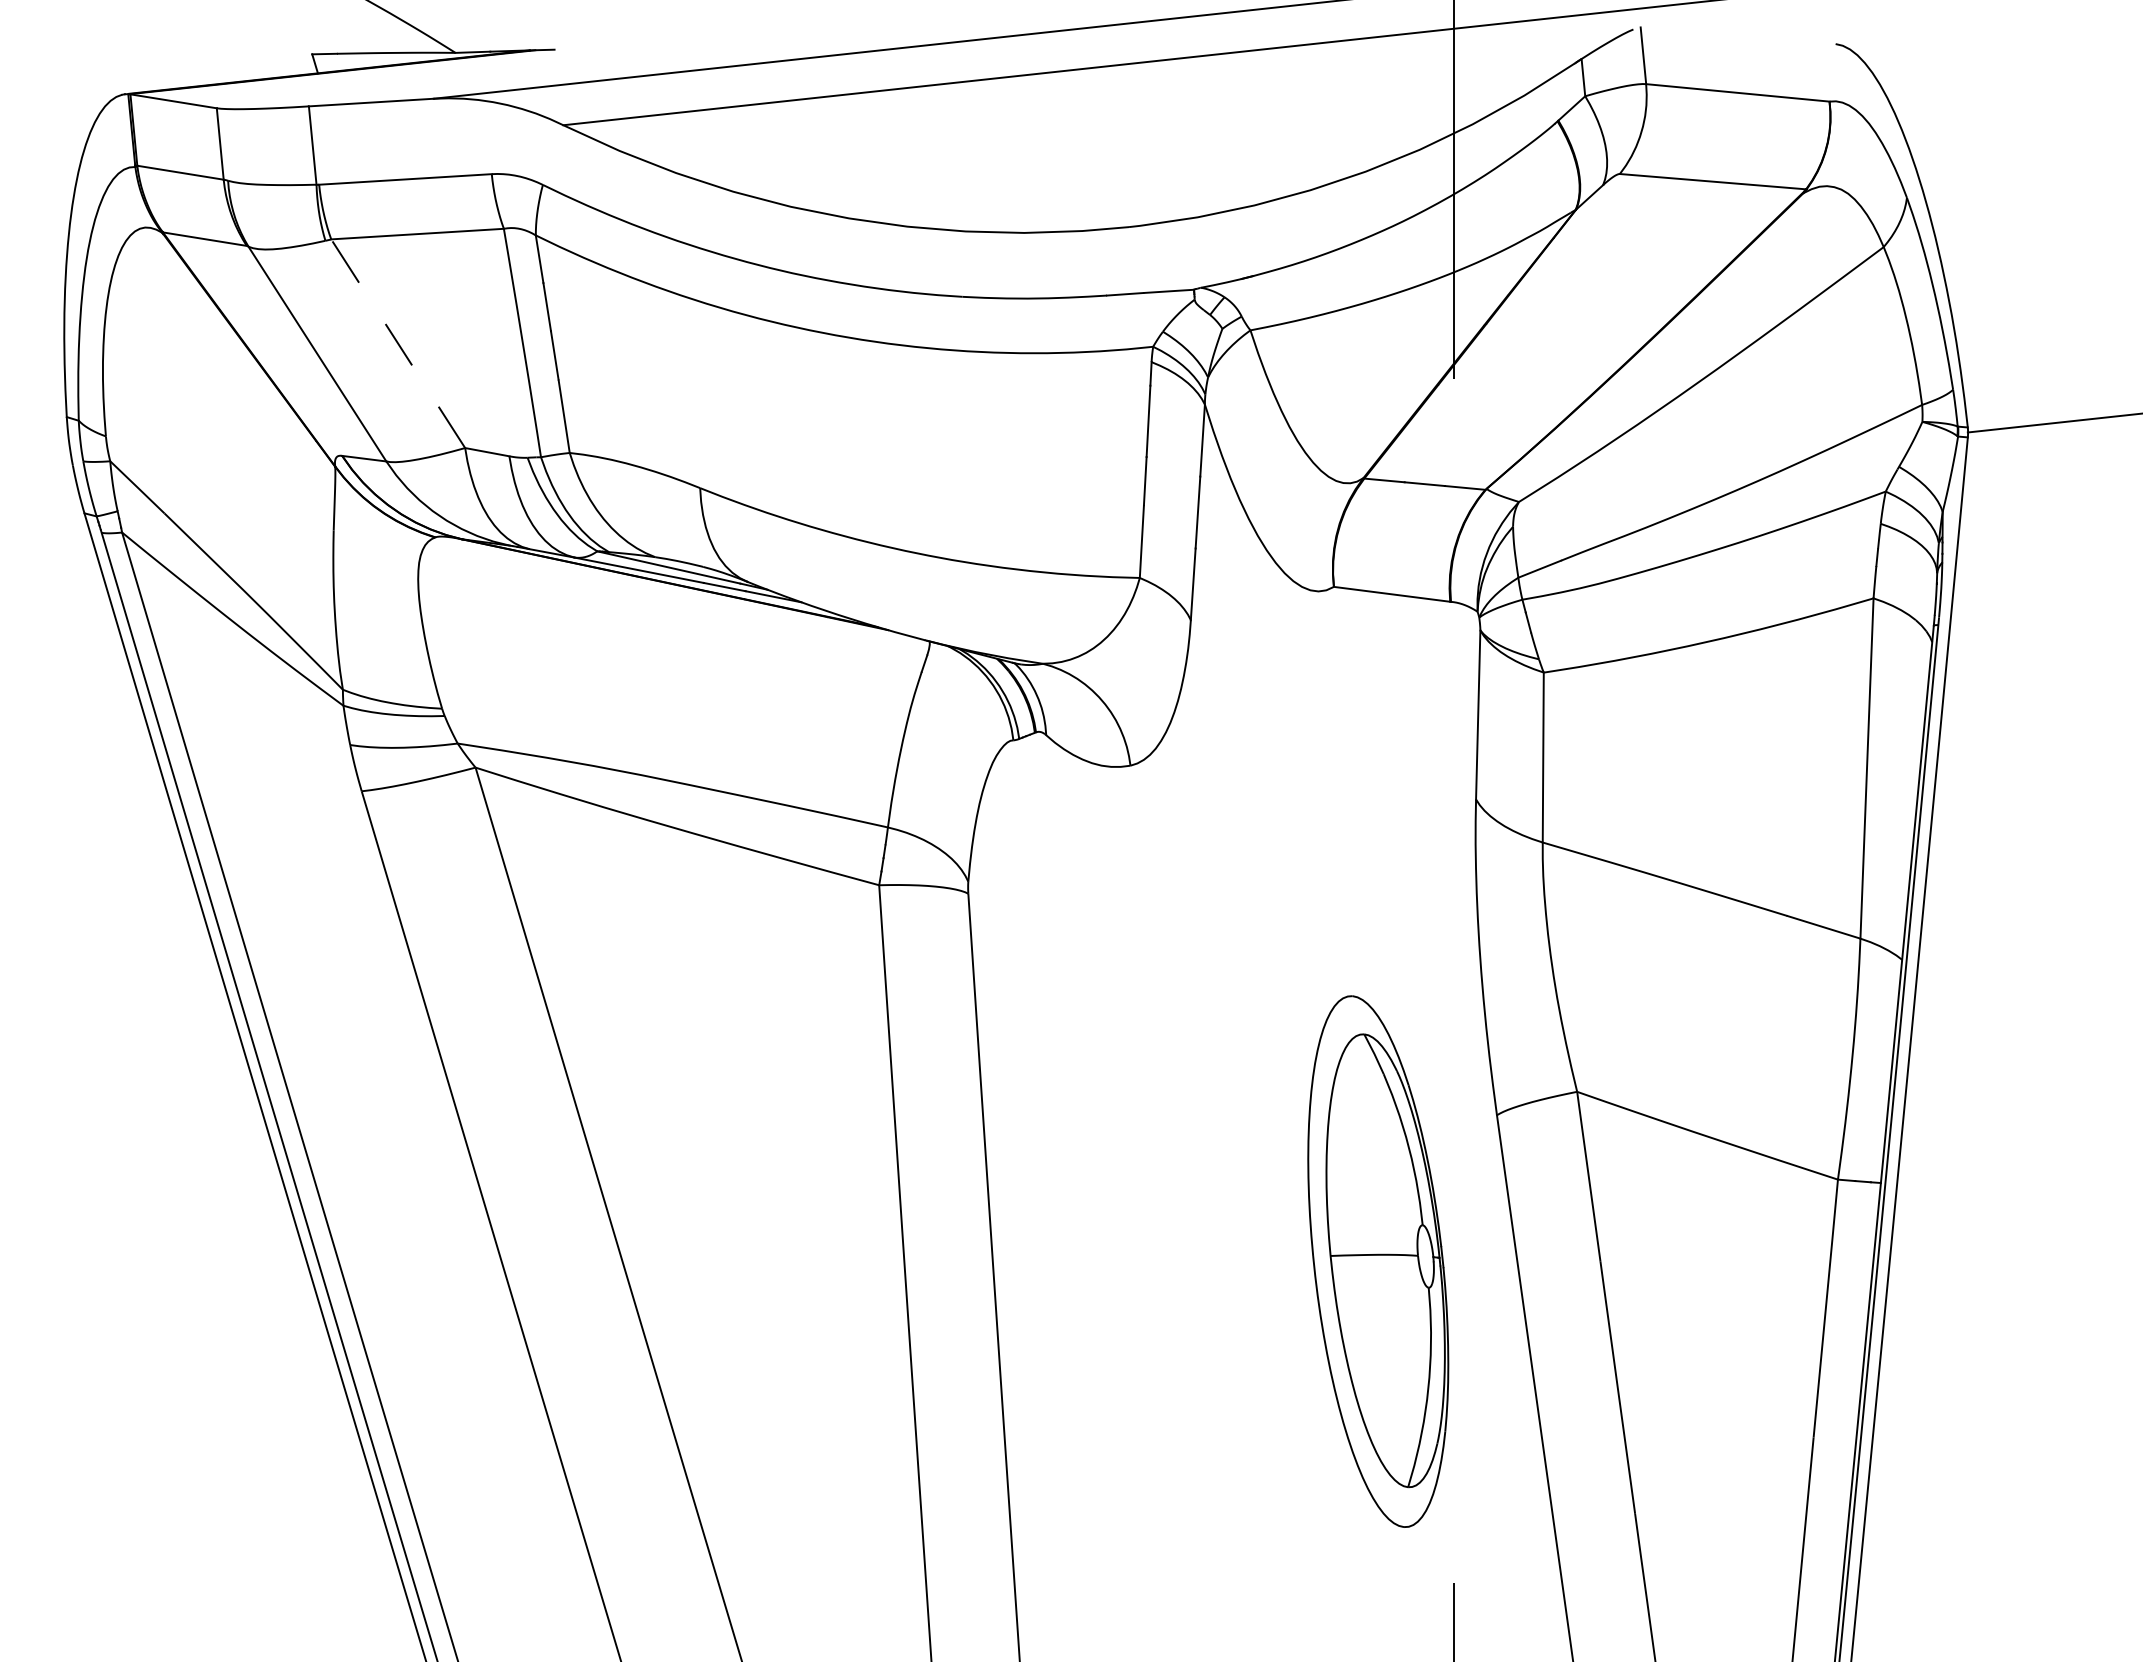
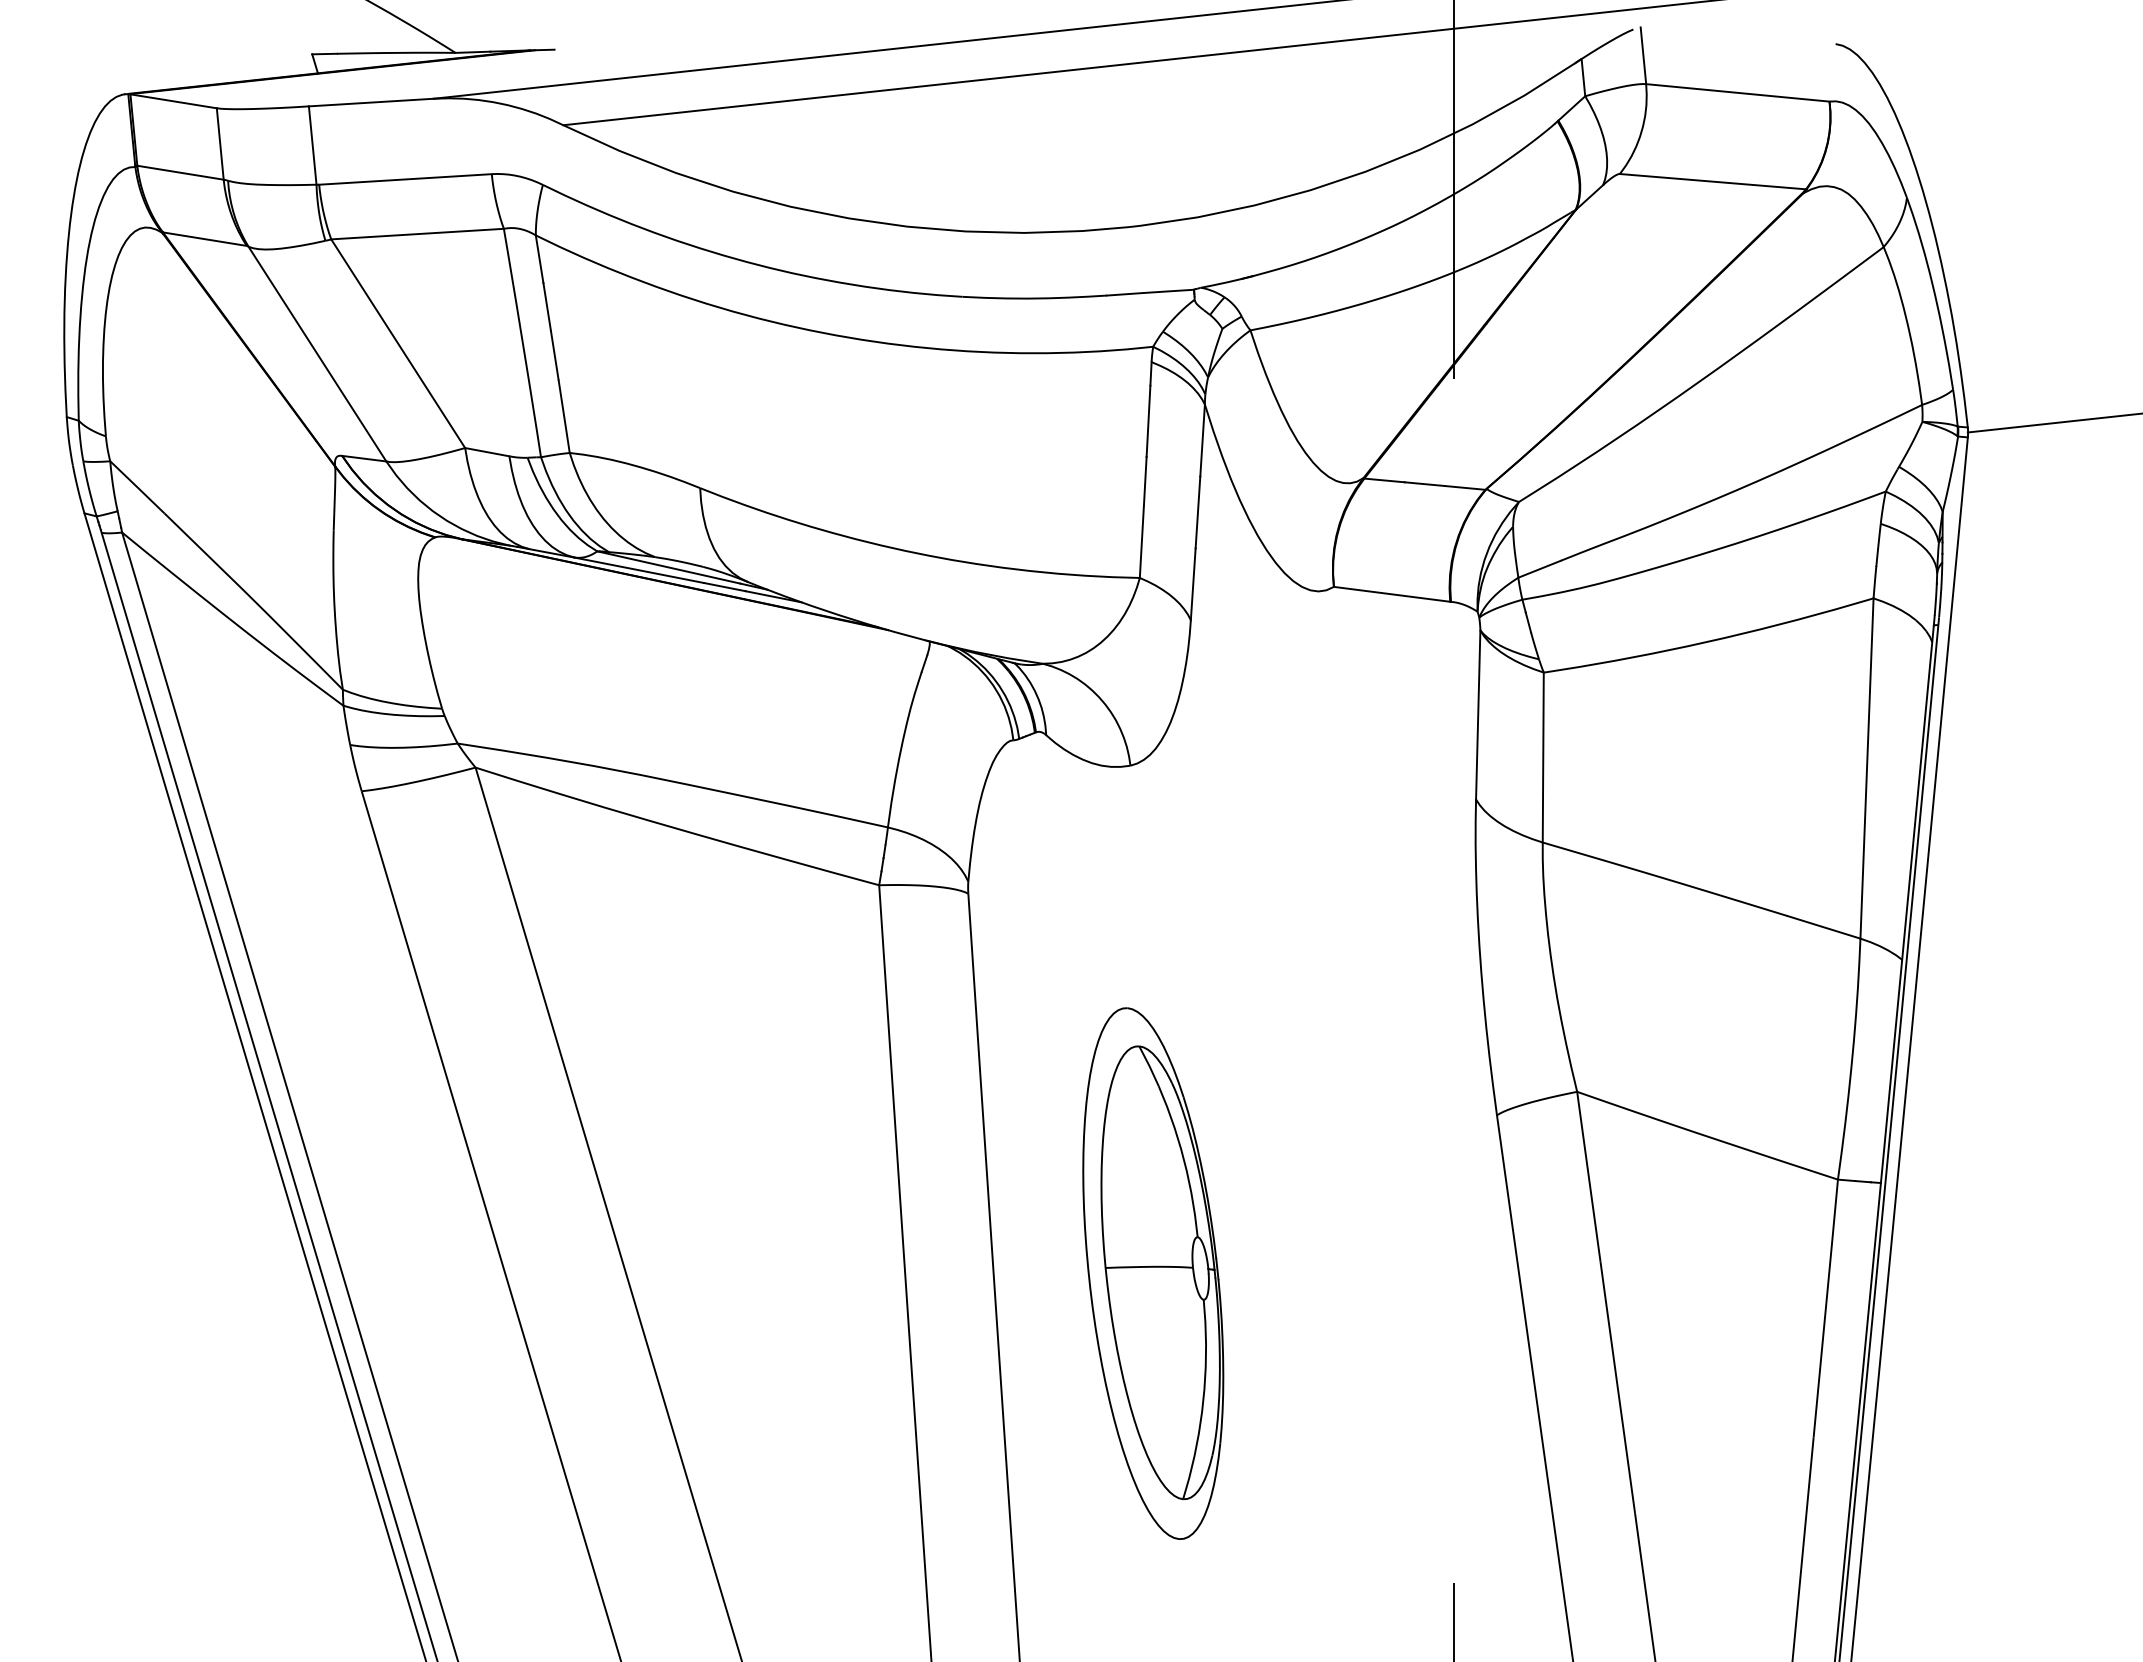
line at (398, 343): dashed -> solid
part at (1378, 1261) position: (1378, 1261) -> (1153, 1273)
